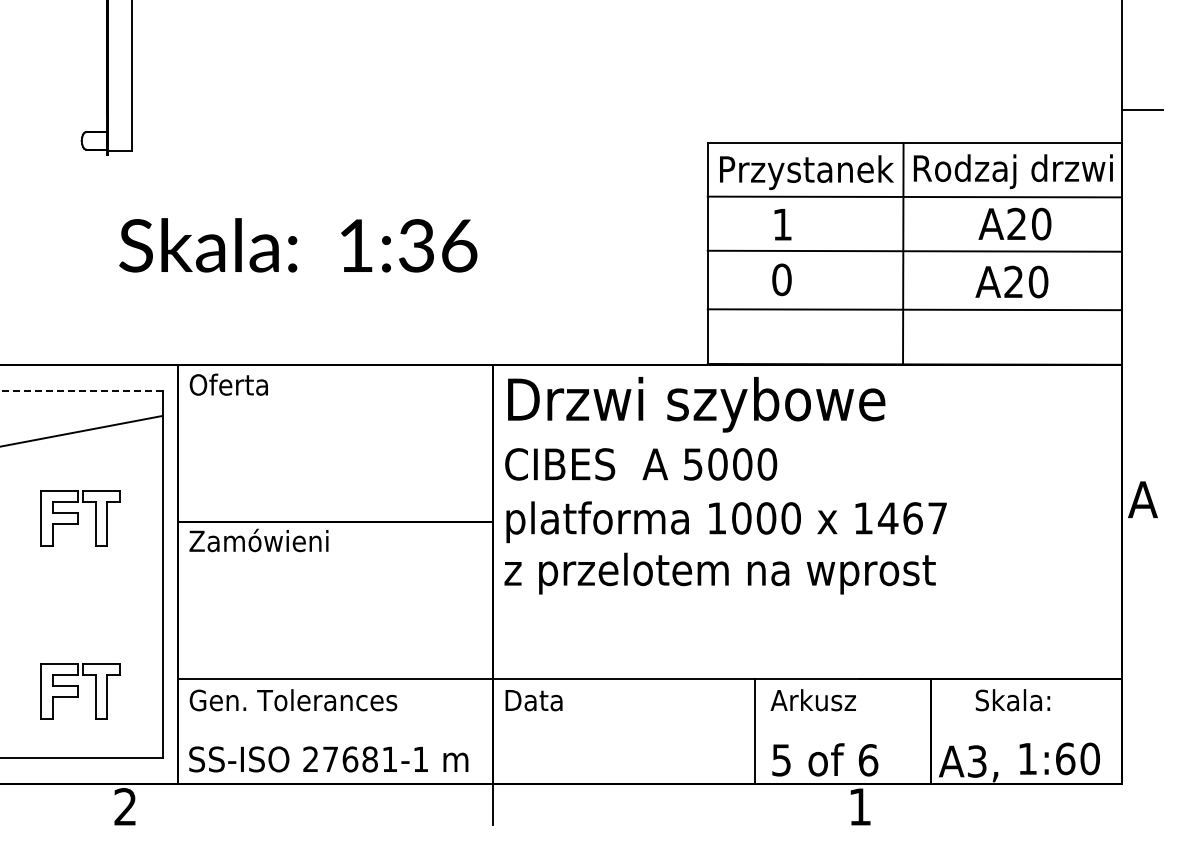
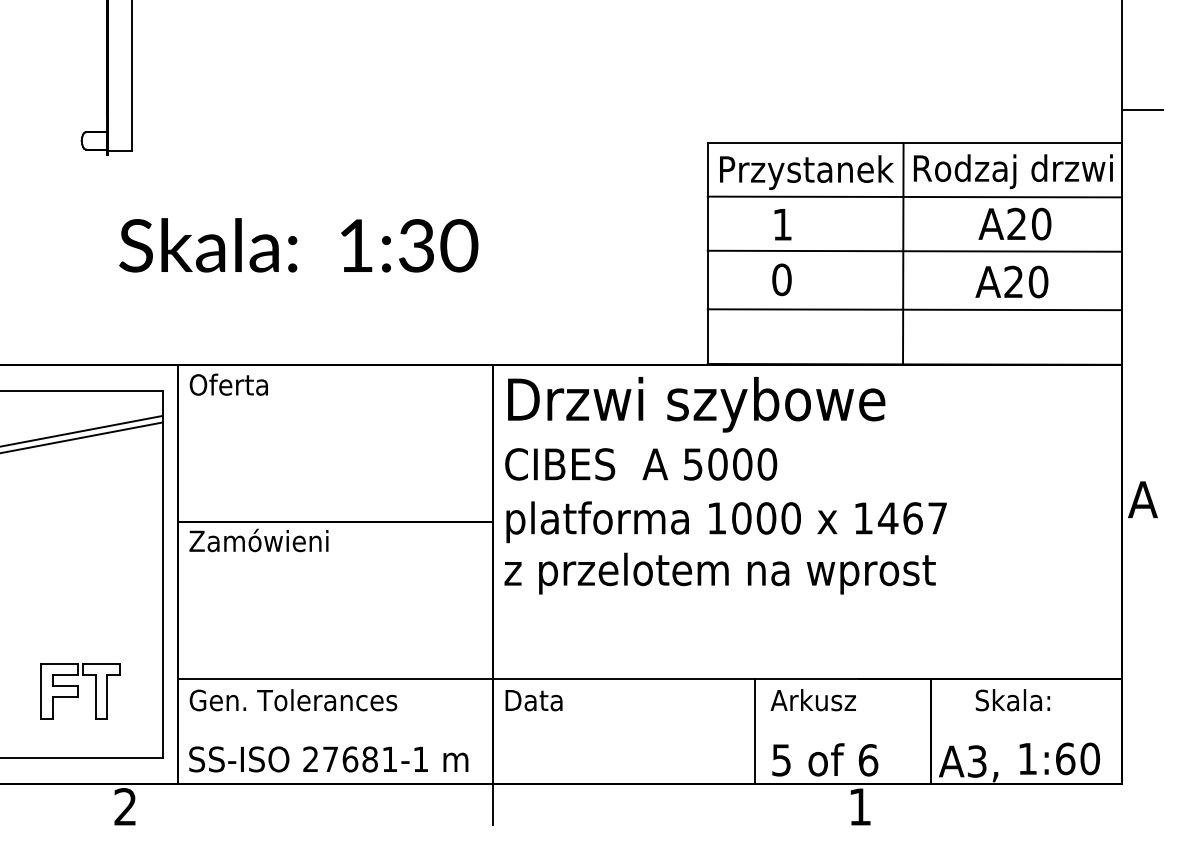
text at (459, 245): 1:36 -> 1:30
line at (81, 390): dashed -> solid
line at (82, 437): none -> present
part at (80, 518): present -> none
